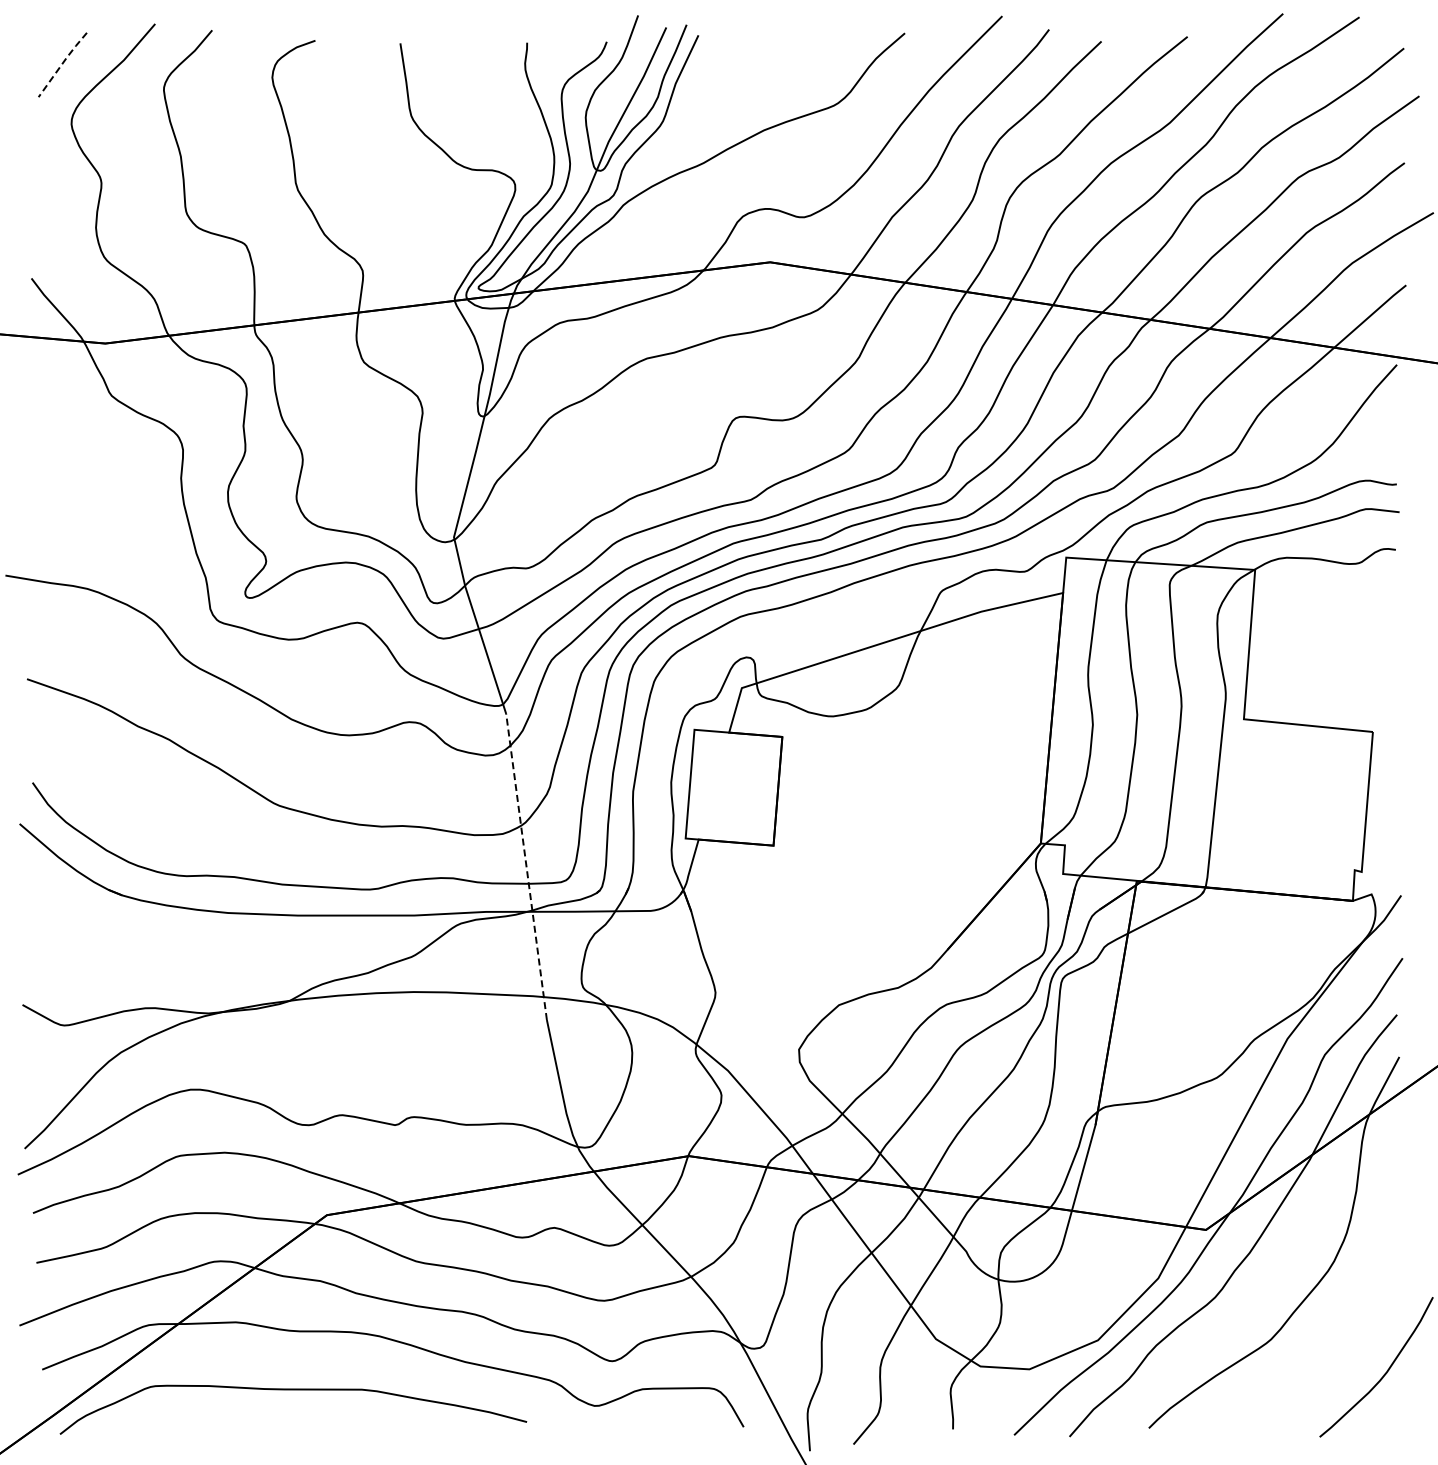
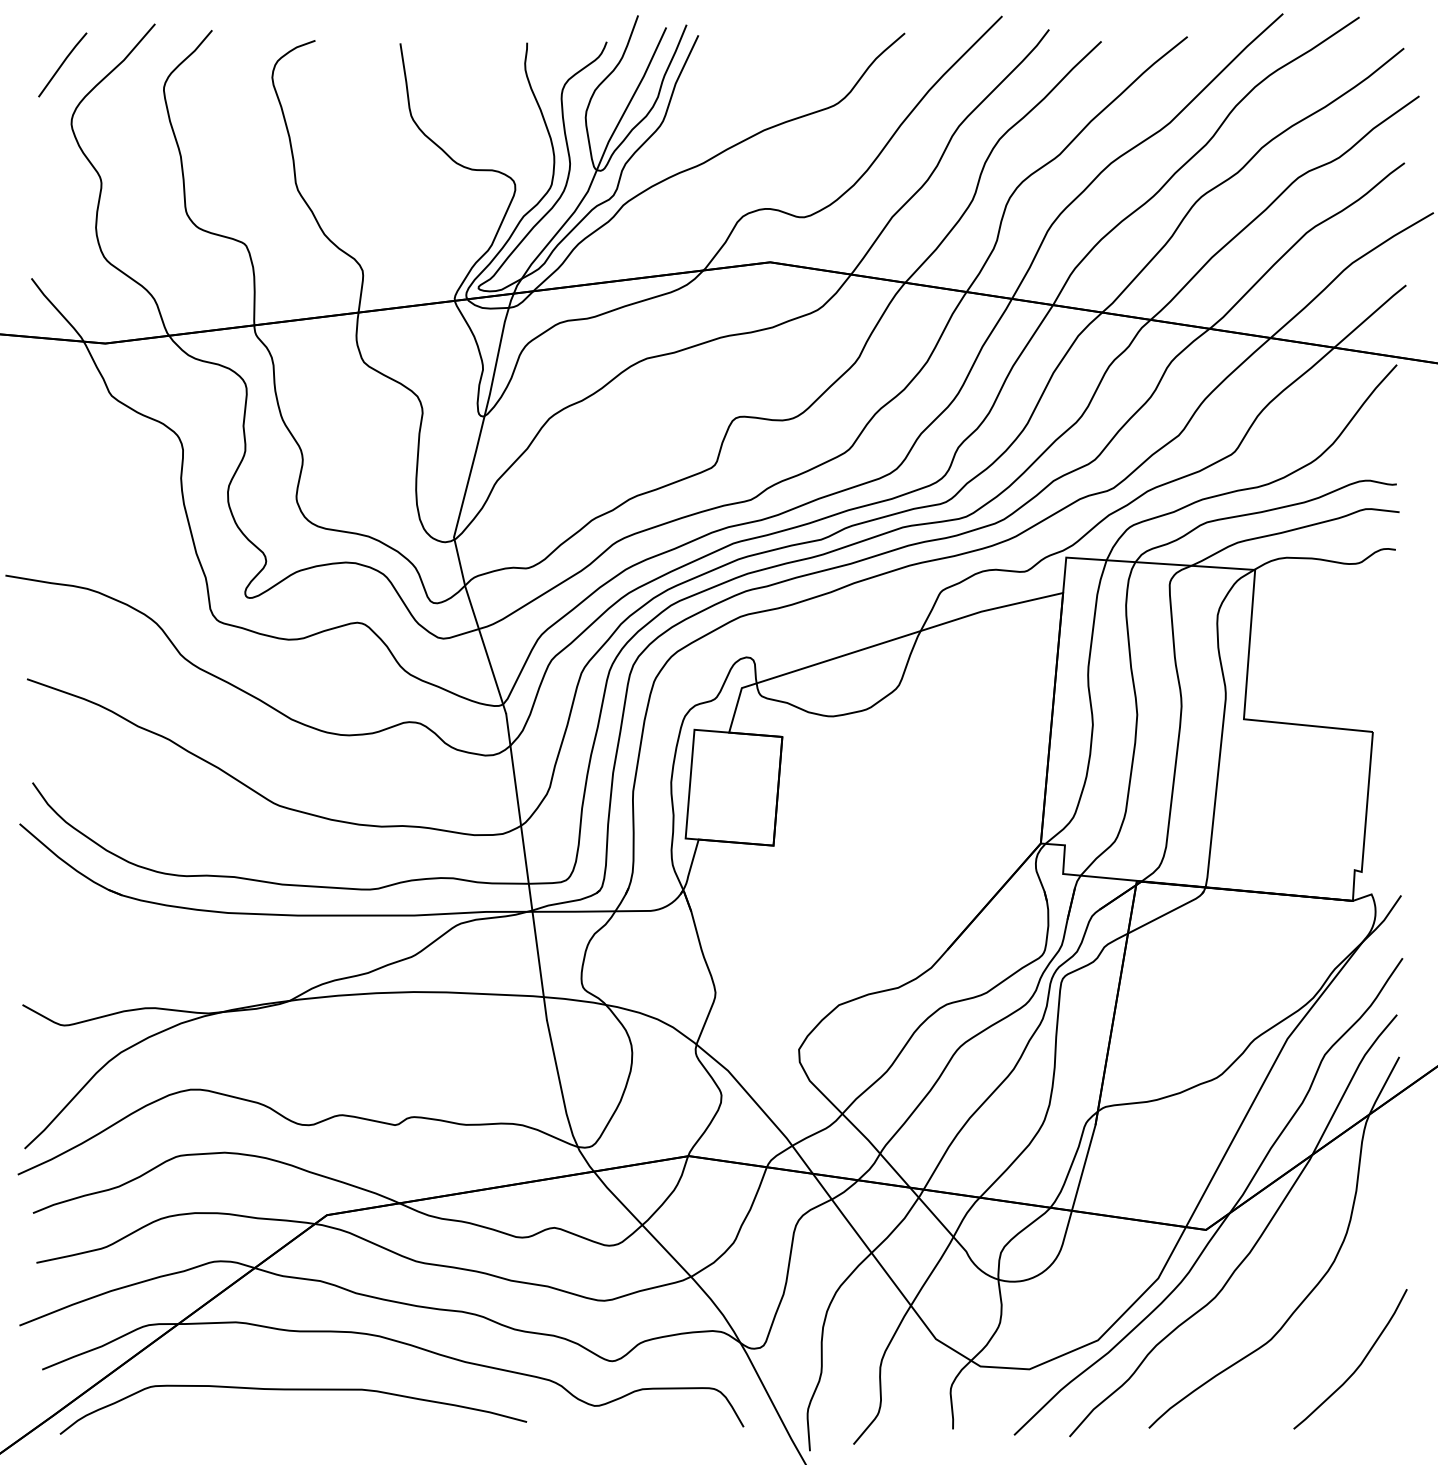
line at (62, 63): dashed -> solid
line at (526, 866): dashed -> solid
curve at (1383, 1374) position: (1383, 1374) -> (1357, 1366)
